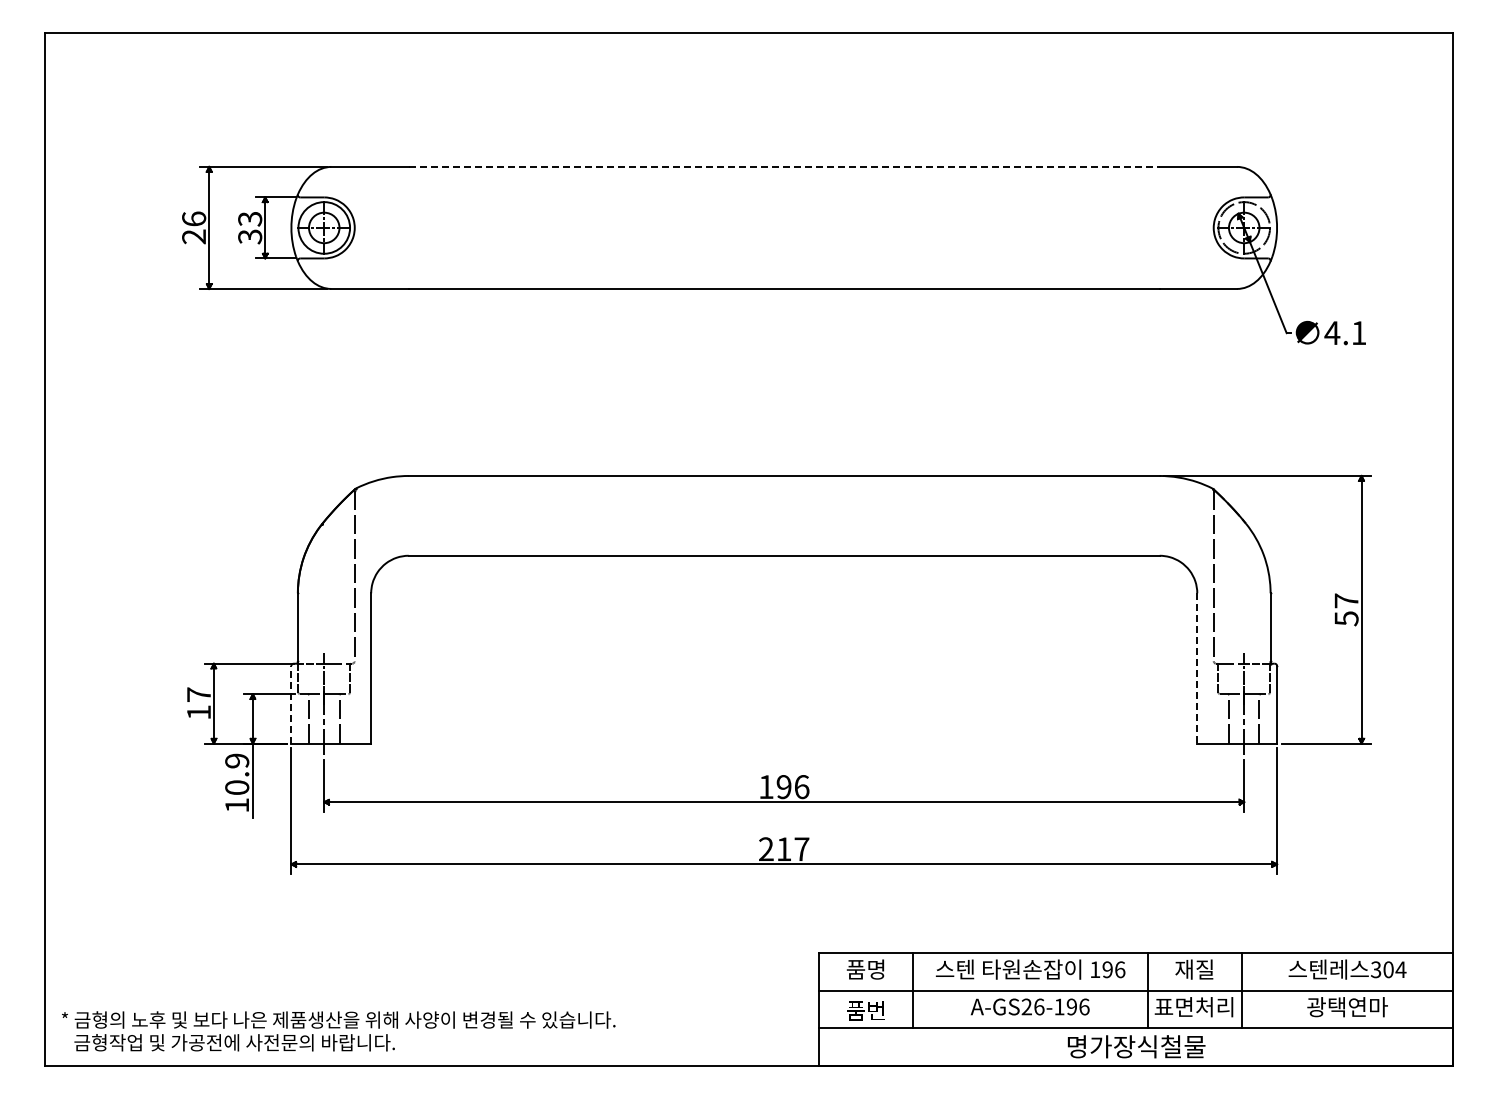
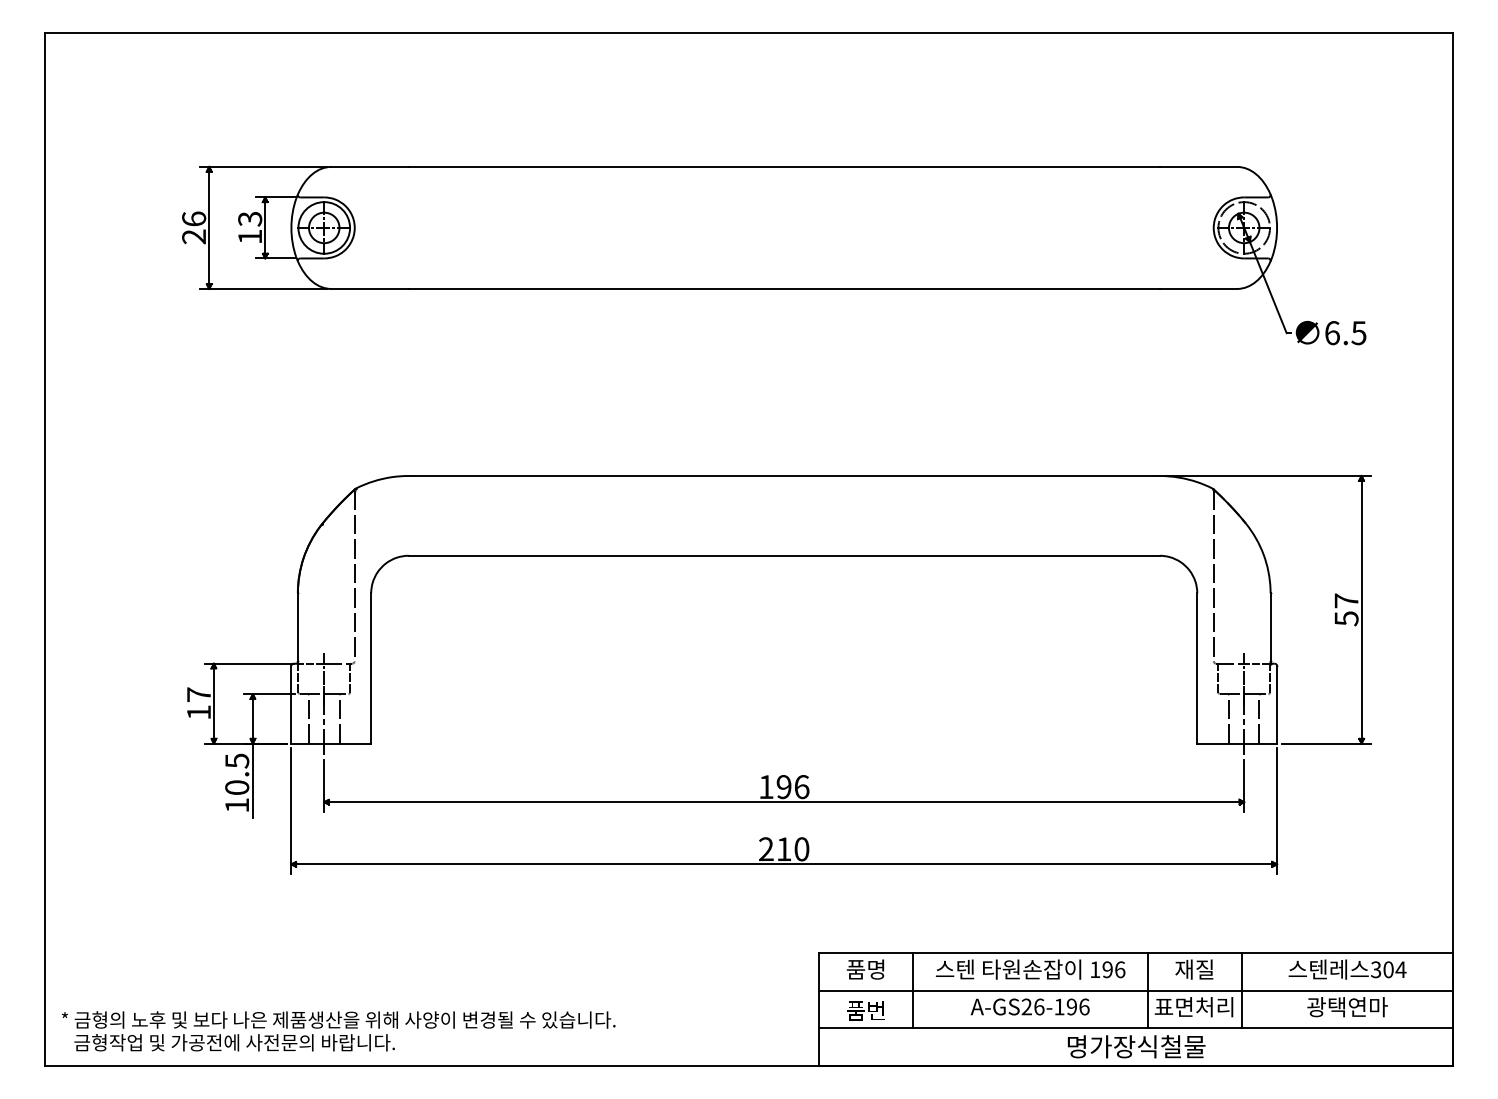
line at (784, 166): dashed -> solid
text at (250, 236): 33 -> 13
text at (1345, 333): 4.1 -> 6.5
line at (1197, 668): dashed -> solid
line at (291, 704): dashed -> solid
text at (237, 760): 10.9 -> 10.5
text at (801, 849): 217 -> 210
